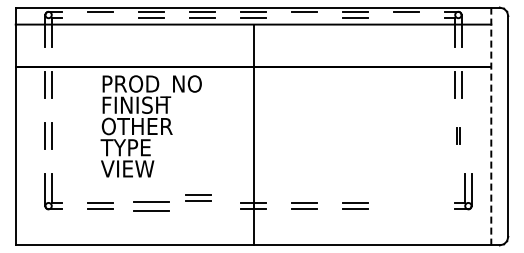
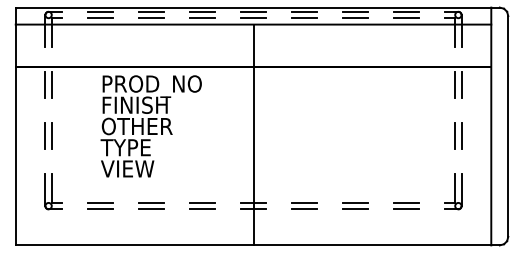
line at (100, 18): none -> present
line at (304, 18): none -> present
line at (406, 18): none -> present
line at (491, 126): dashed -> solid
part at (458, 135) size: 5x18 px -> 9x28 px
part at (463, 191) position: (463, 191) -> (453, 191)
part at (198, 197) position: (198, 197) -> (202, 205)
line at (406, 202): none -> present
part at (151, 206) size: 37x11 px -> 27x8 px
line at (406, 209): none -> present
